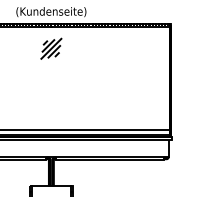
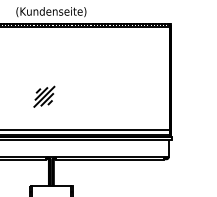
part at (51, 48) position: (51, 48) -> (44, 96)
